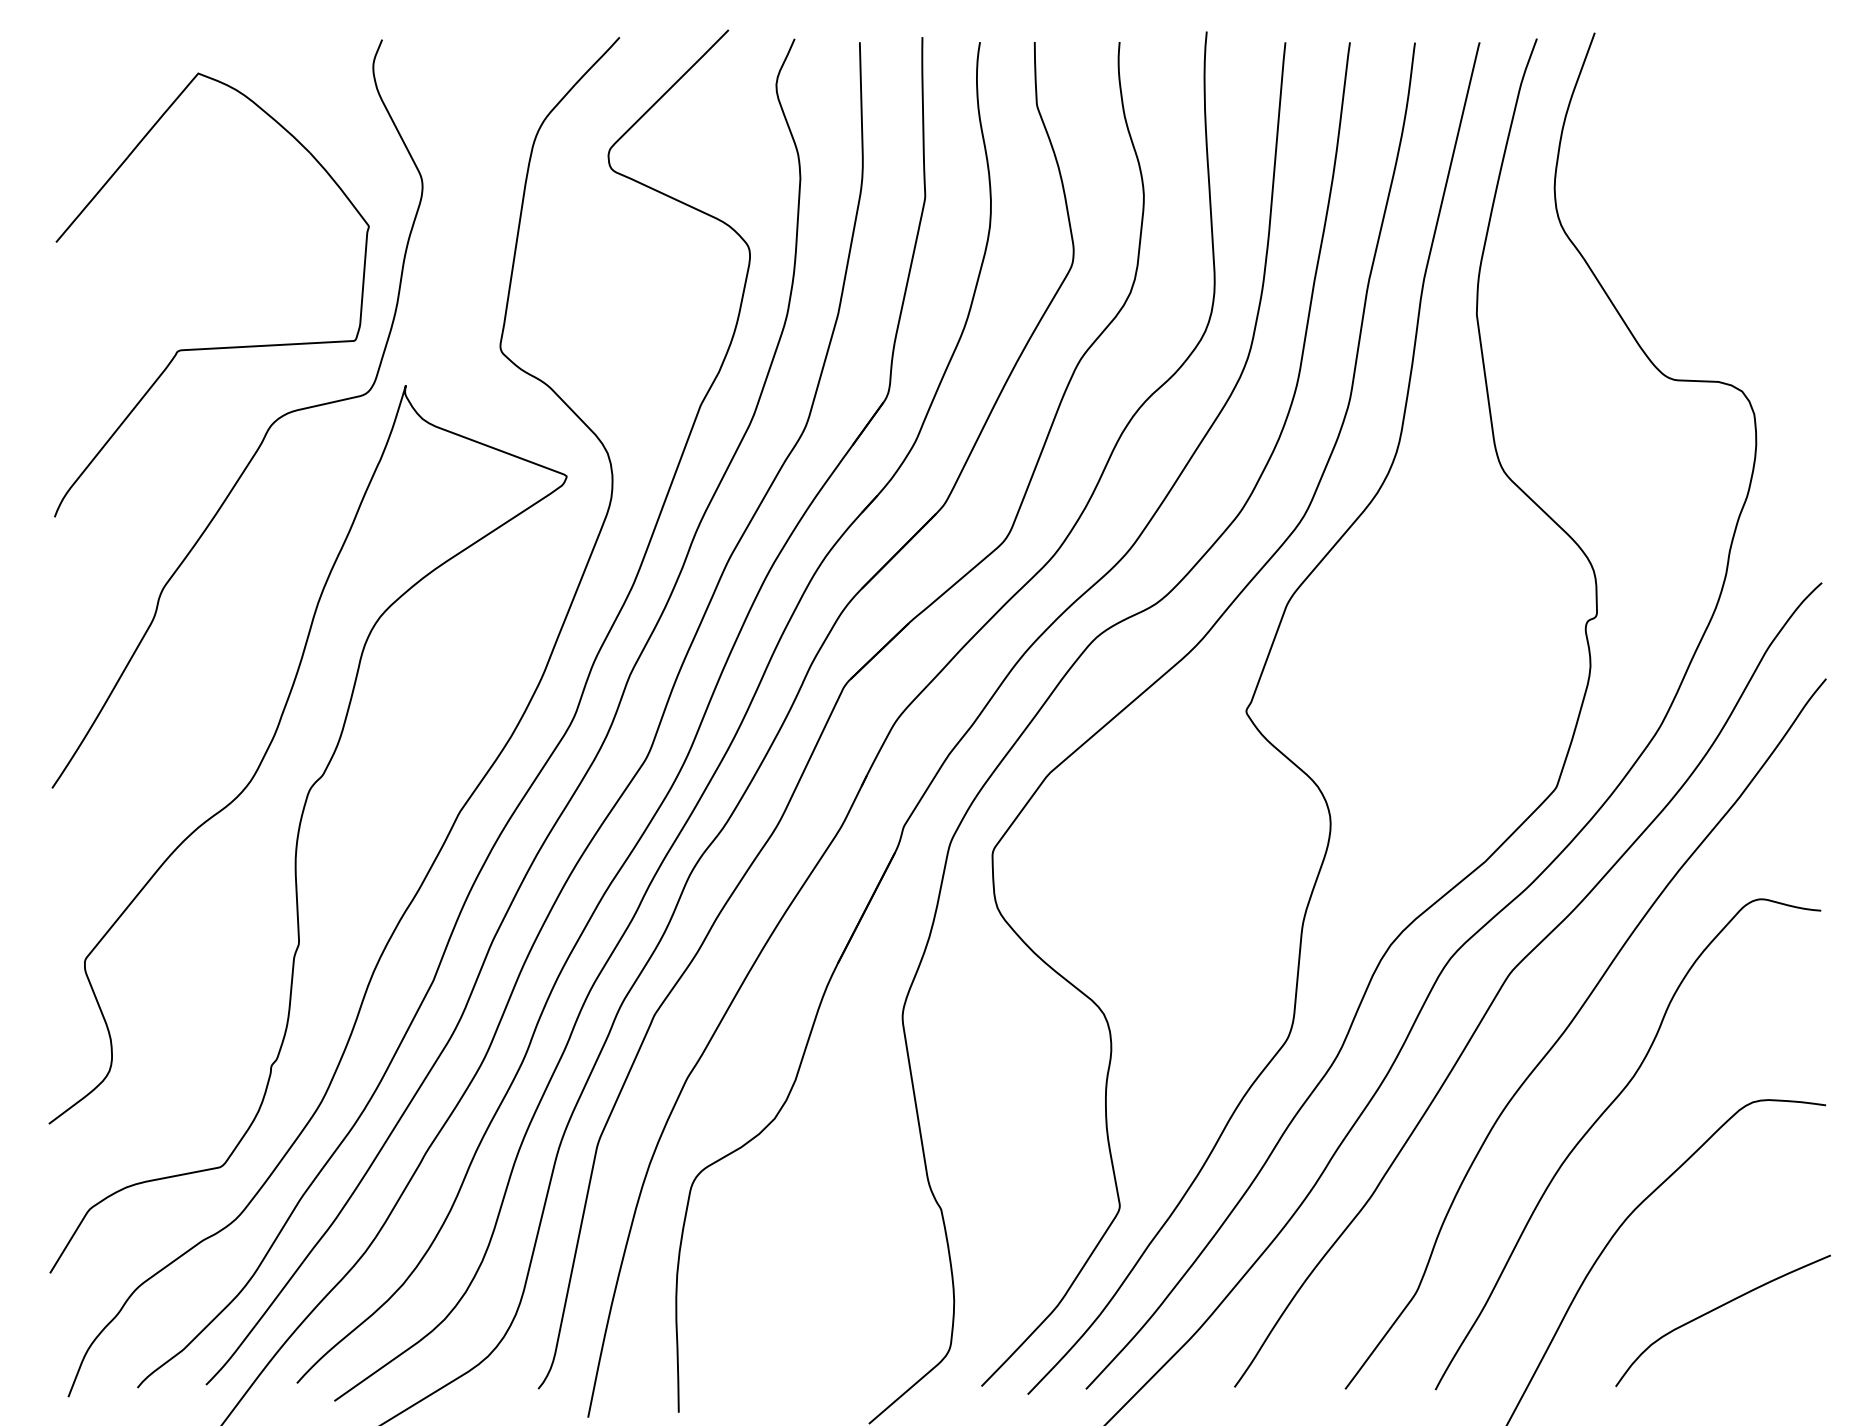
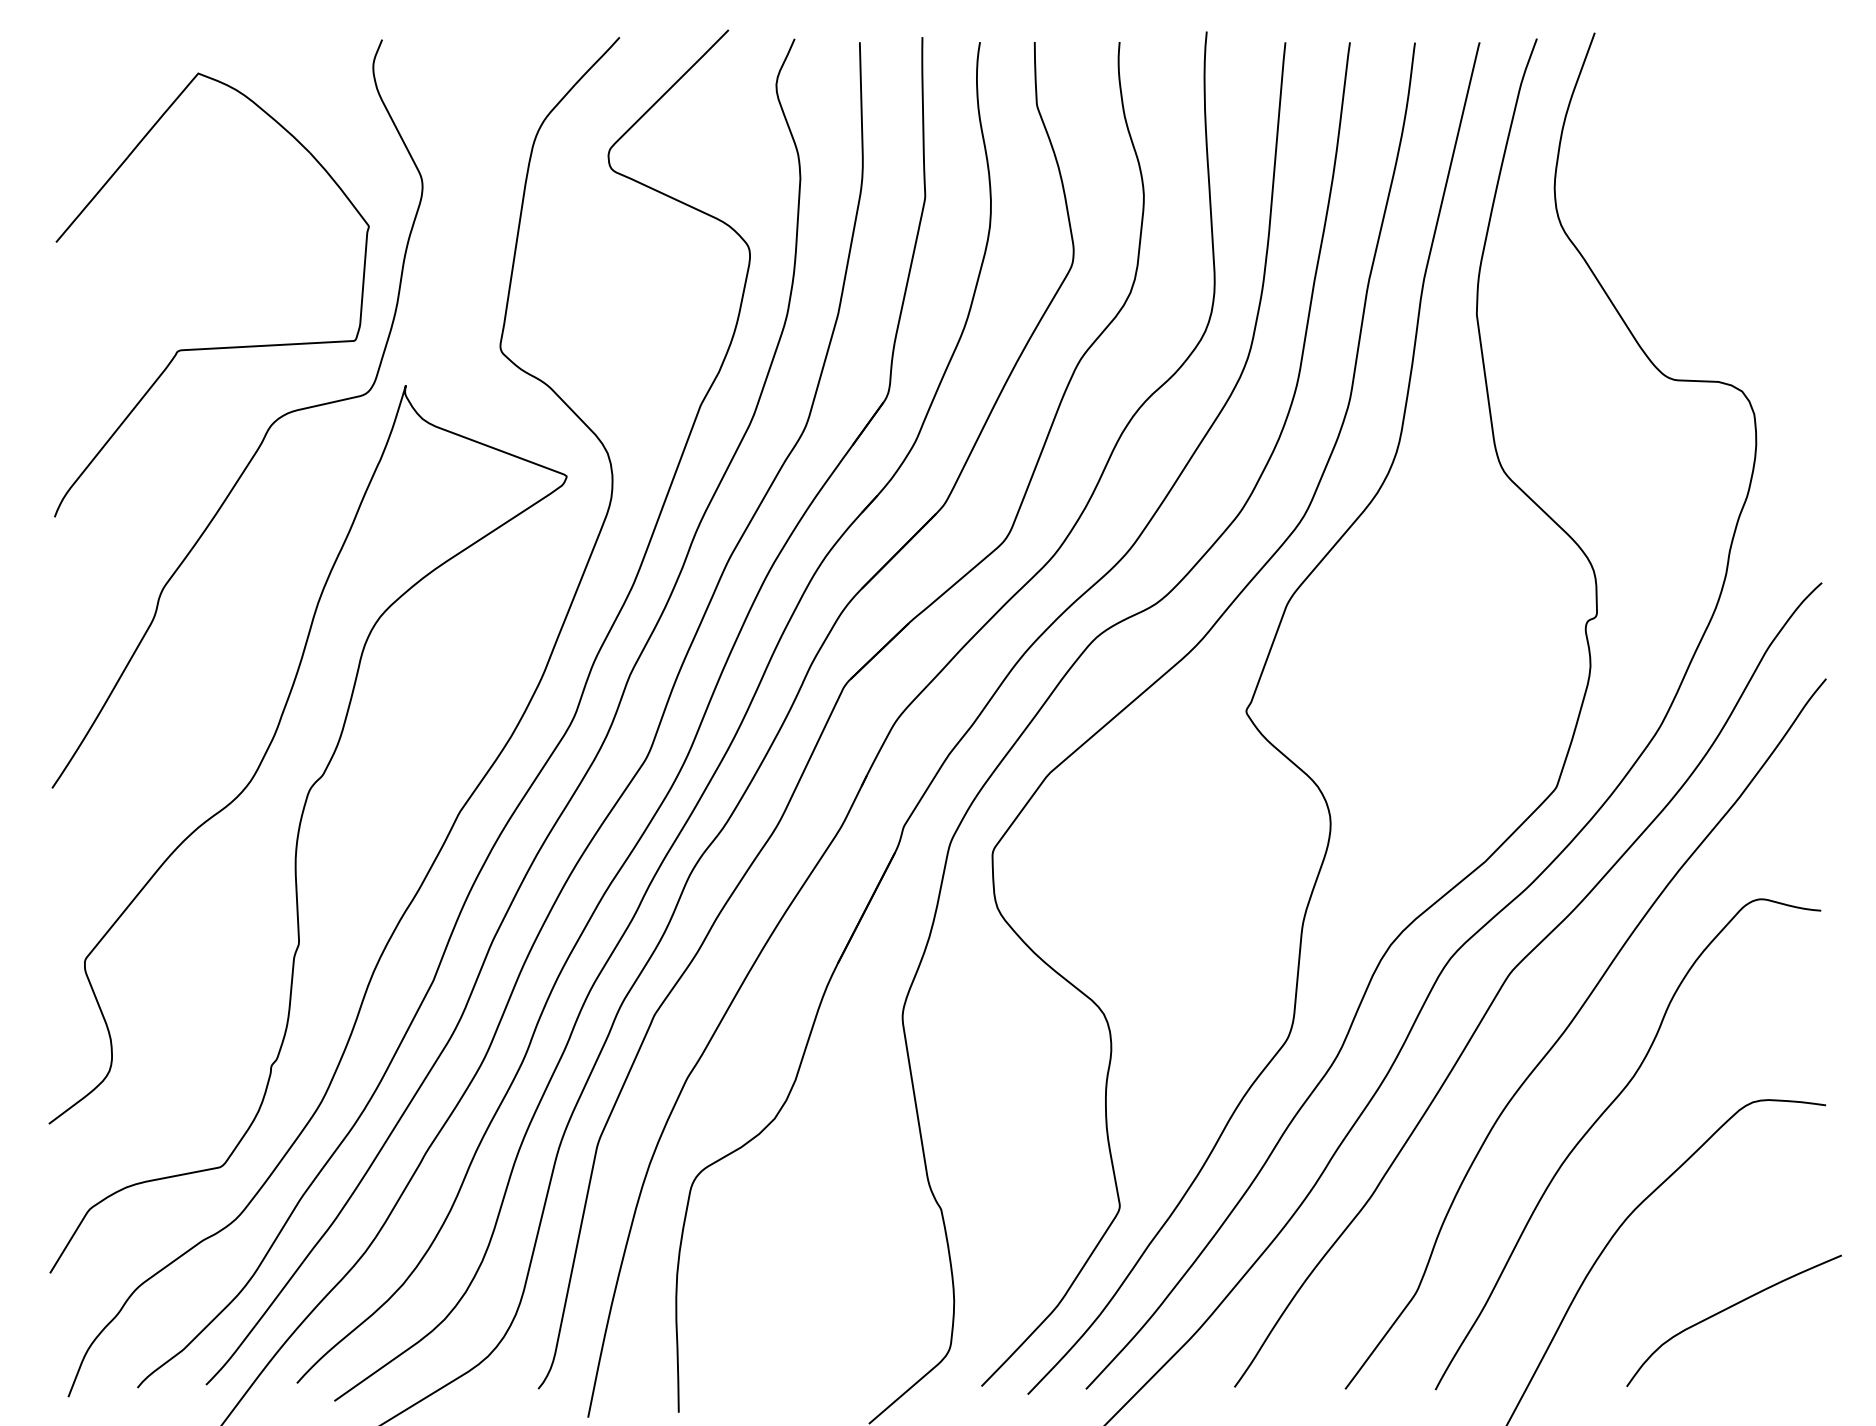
curve at (1716, 1309) position: (1716, 1309) -> (1727, 1309)
